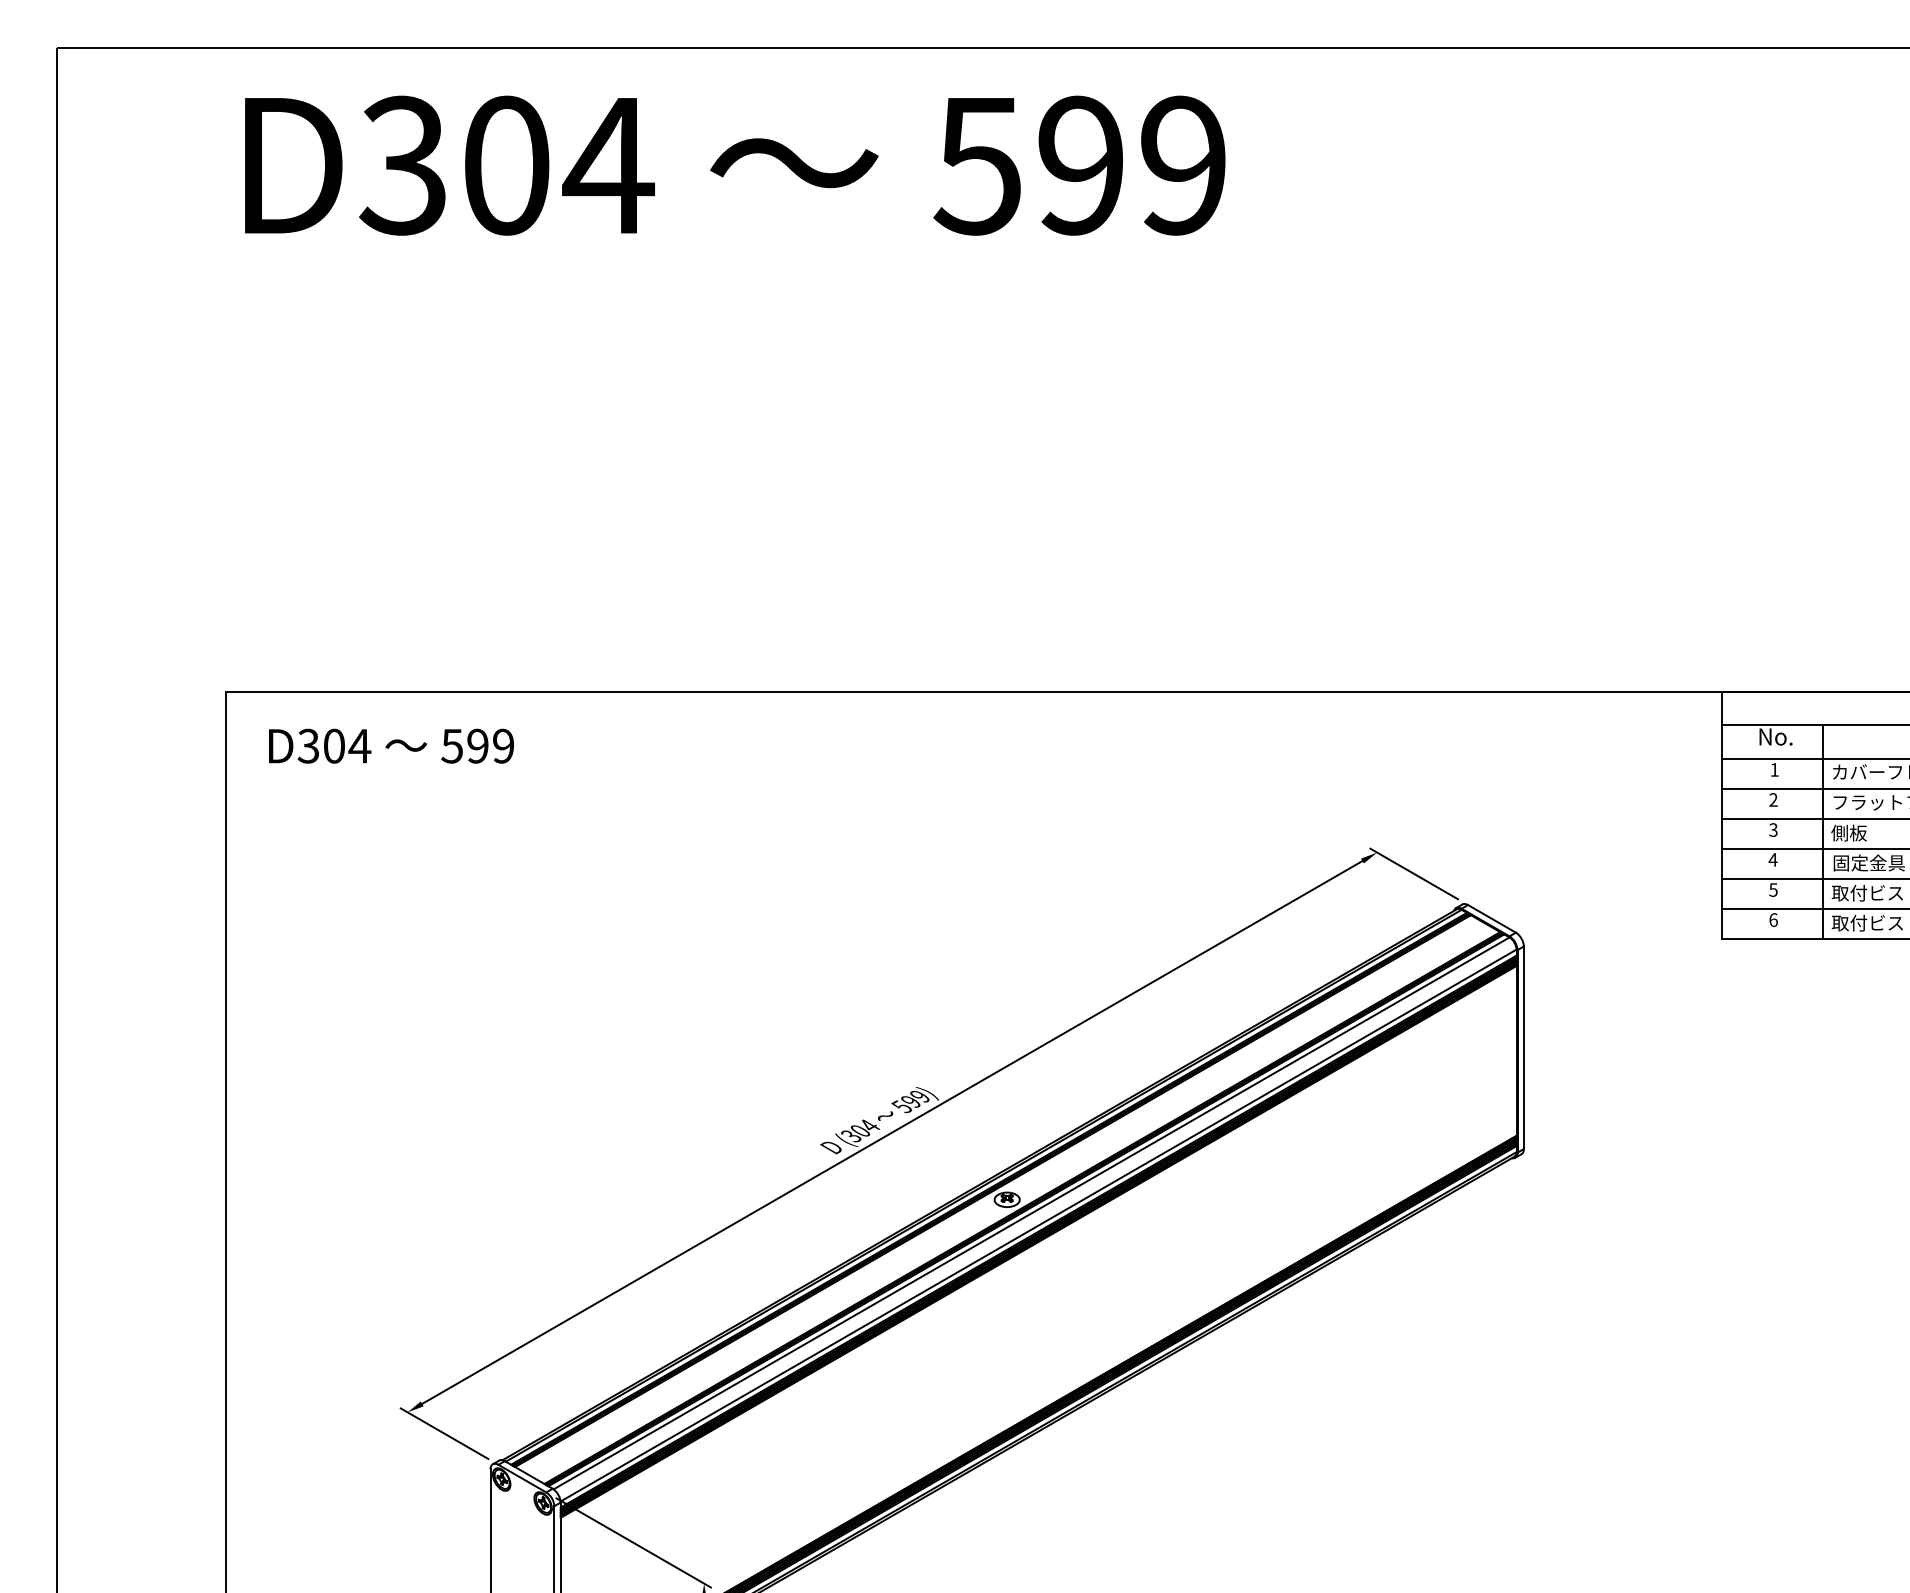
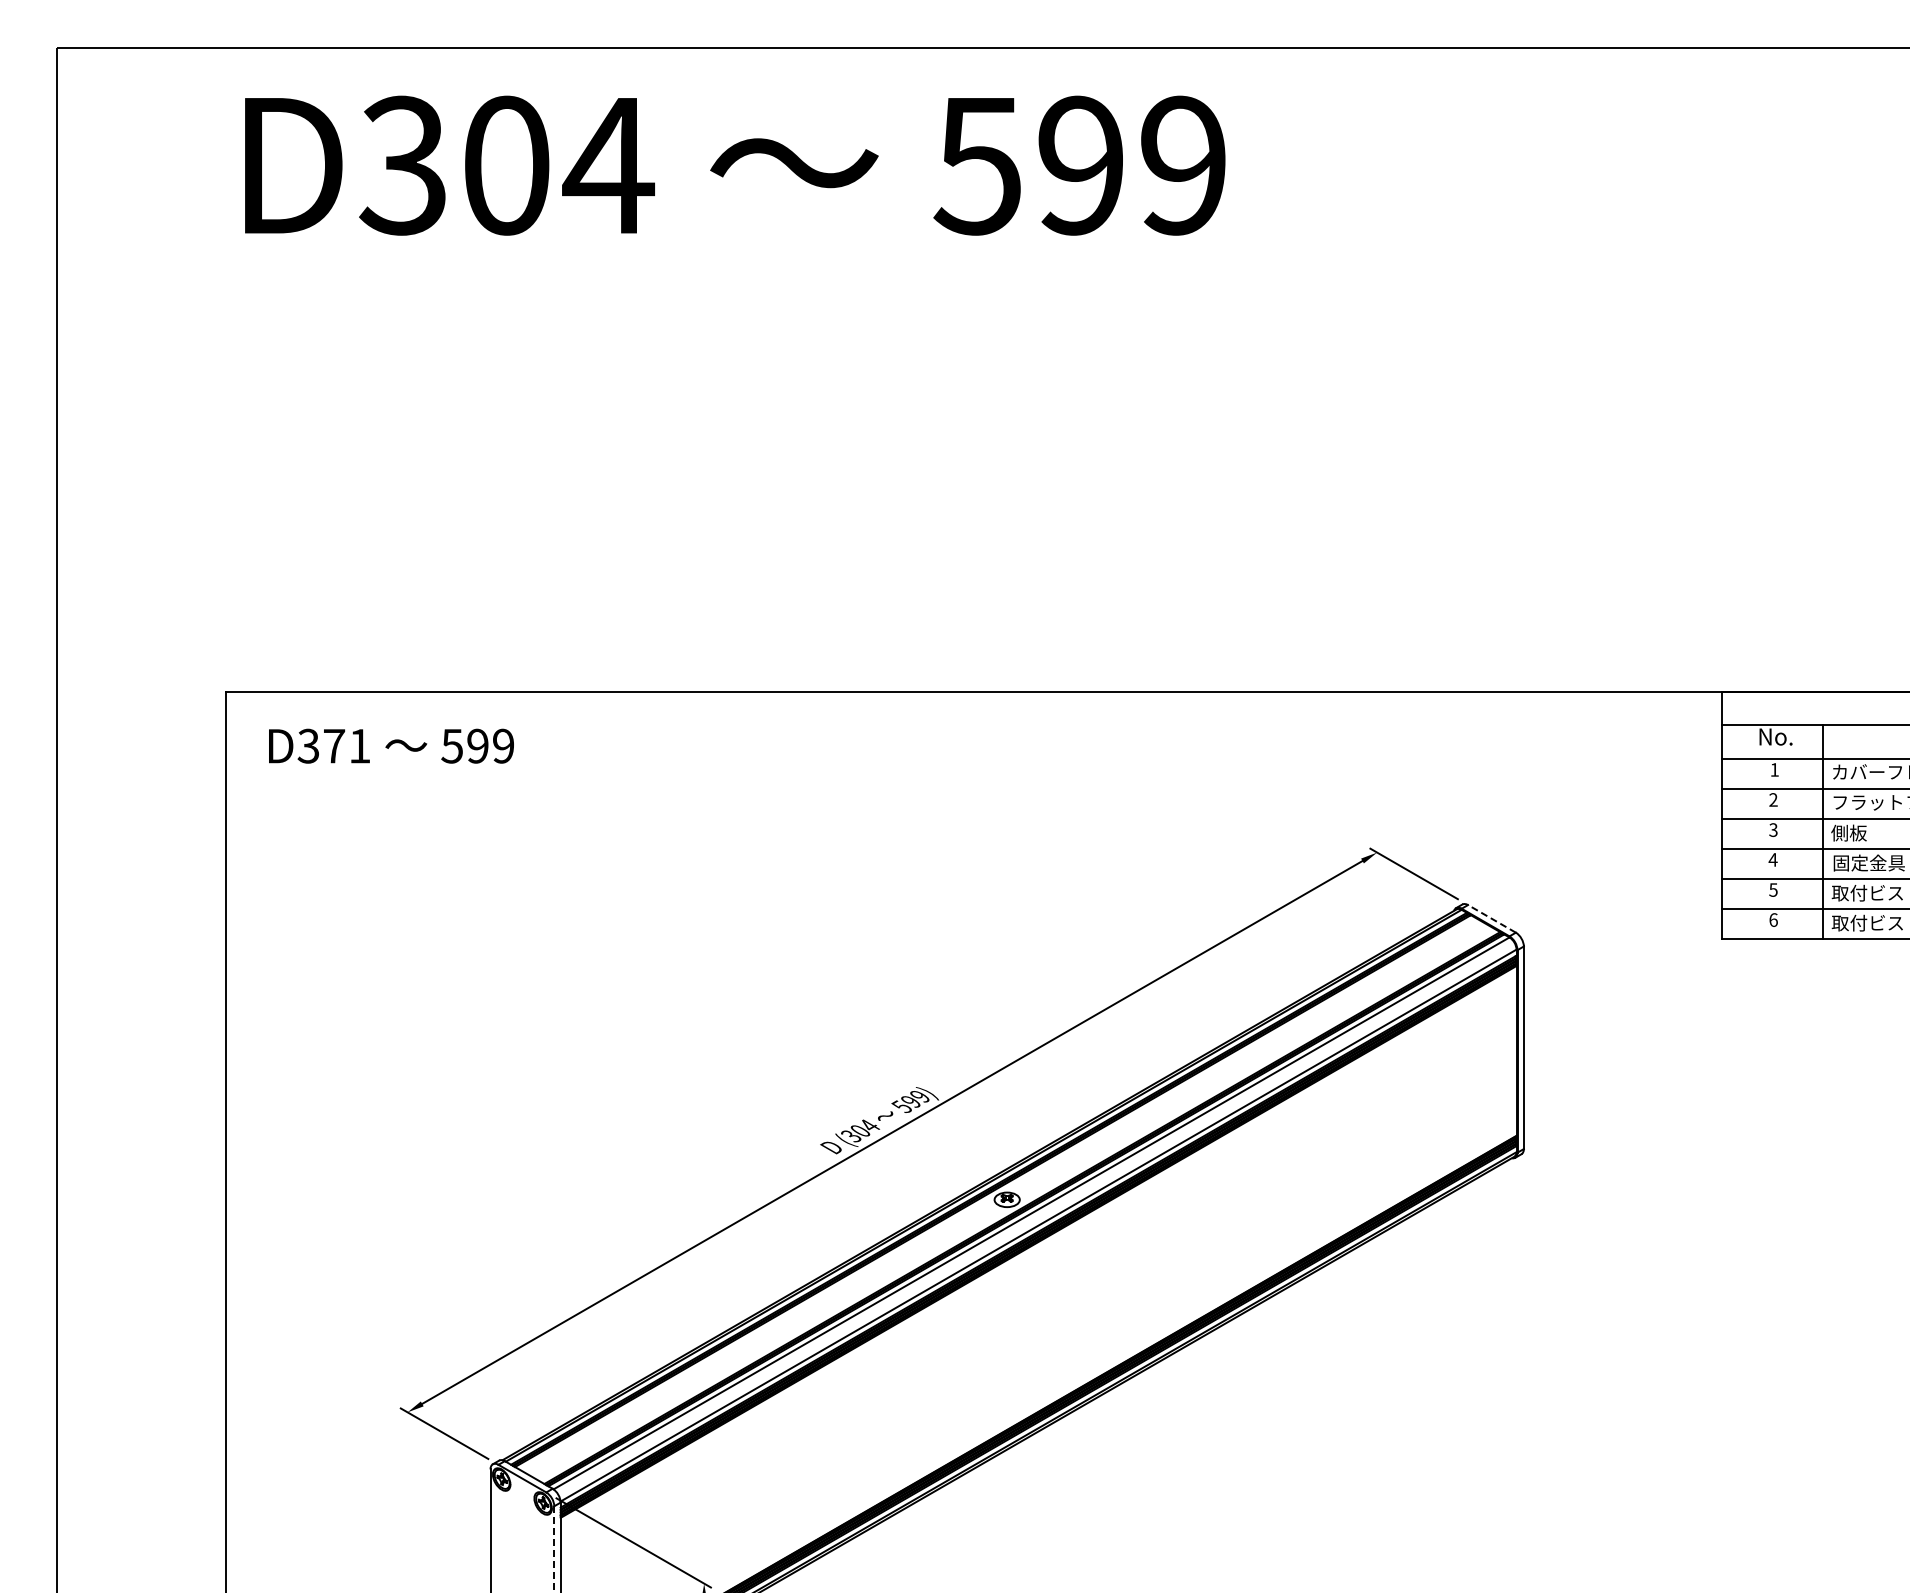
text at (347, 745): D304 -> D371
line at (1491, 918): solid -> dashed
line at (554, 1549): solid -> dashed
